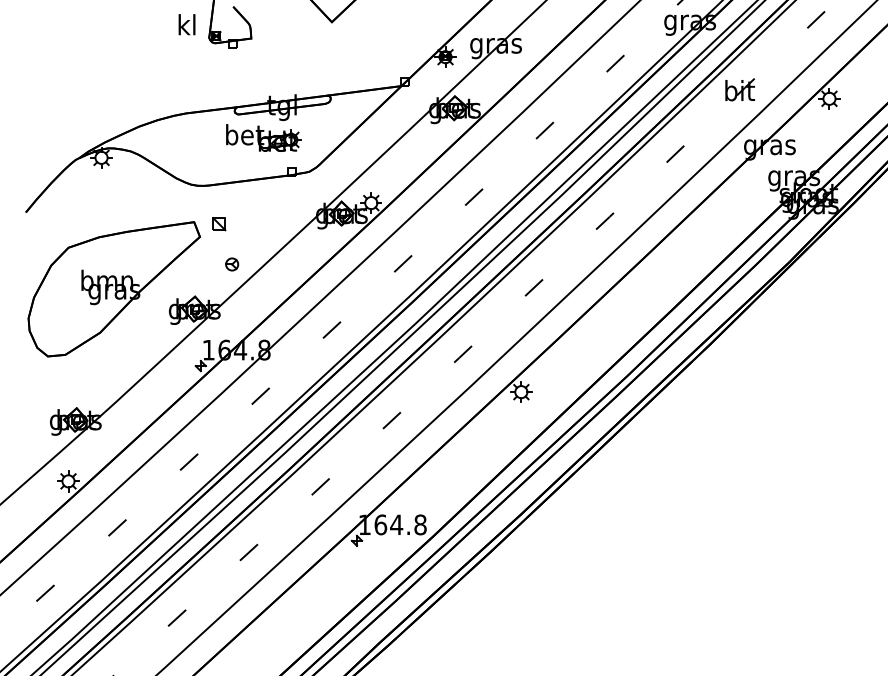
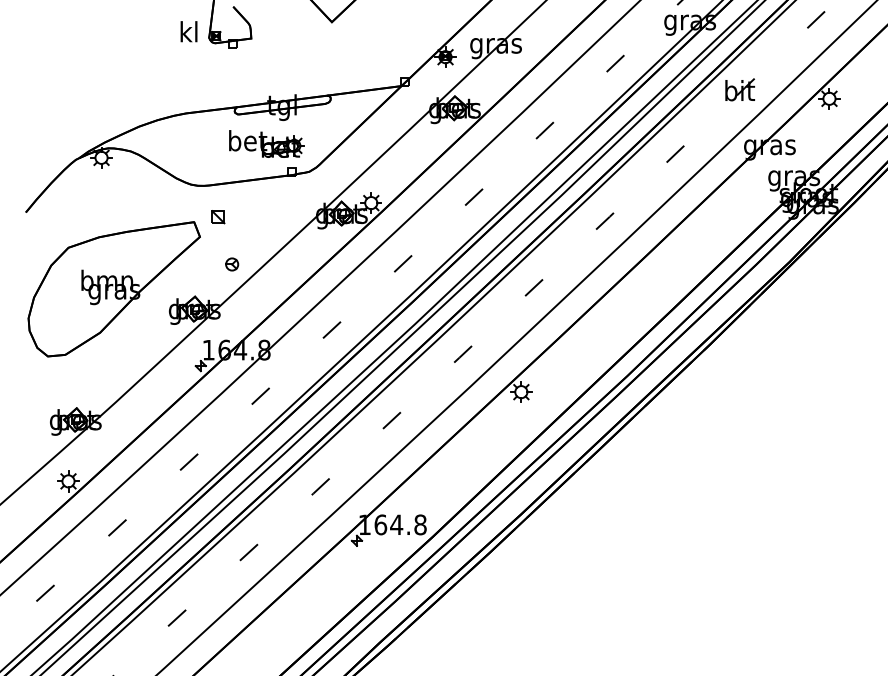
text at (186, 24) position: (186, 24) -> (188, 31)
part at (263, 137) position: (263, 137) -> (266, 143)
part at (219, 224) position: (219, 224) -> (218, 217)
